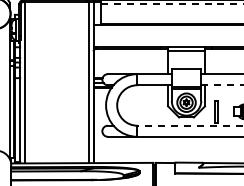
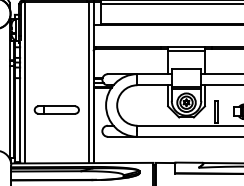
line at (172, 4): dashed -> solid
line at (222, 85): dashed -> solid
part at (56, 109): none -> present
line at (190, 125): dashed -> solid
